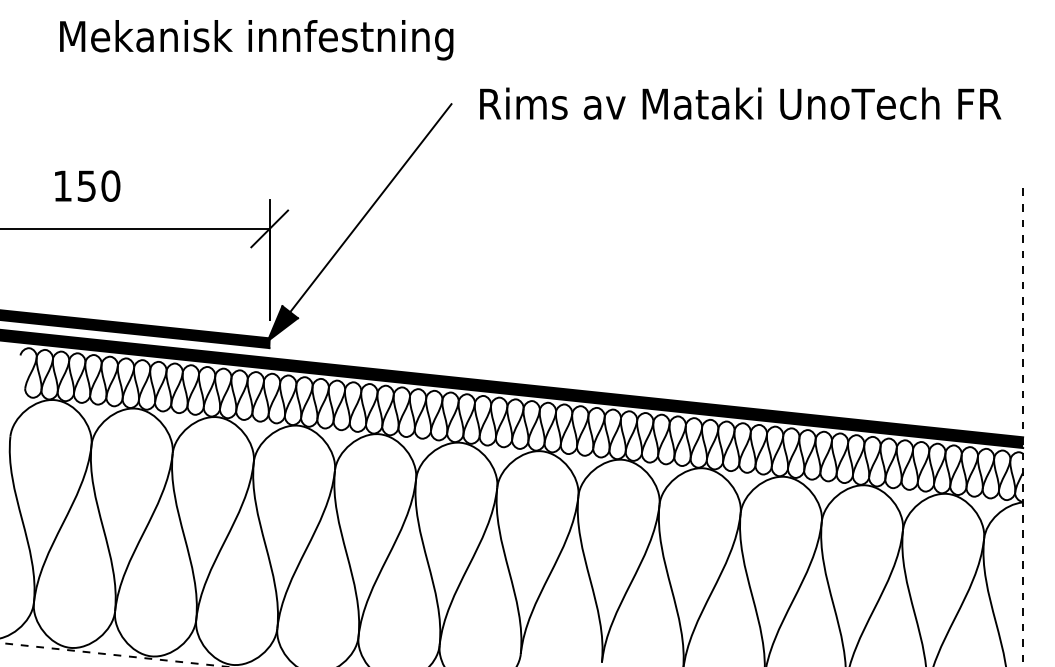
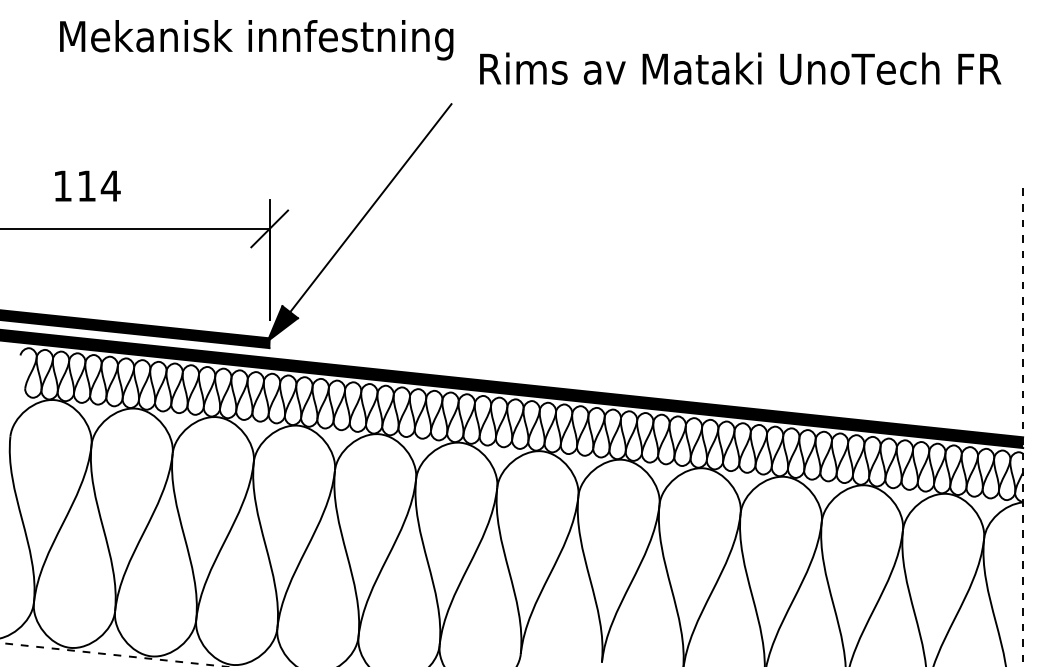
text at (740, 103) position: (740, 103) -> (740, 68)
text at (98, 185): 150 -> 114
